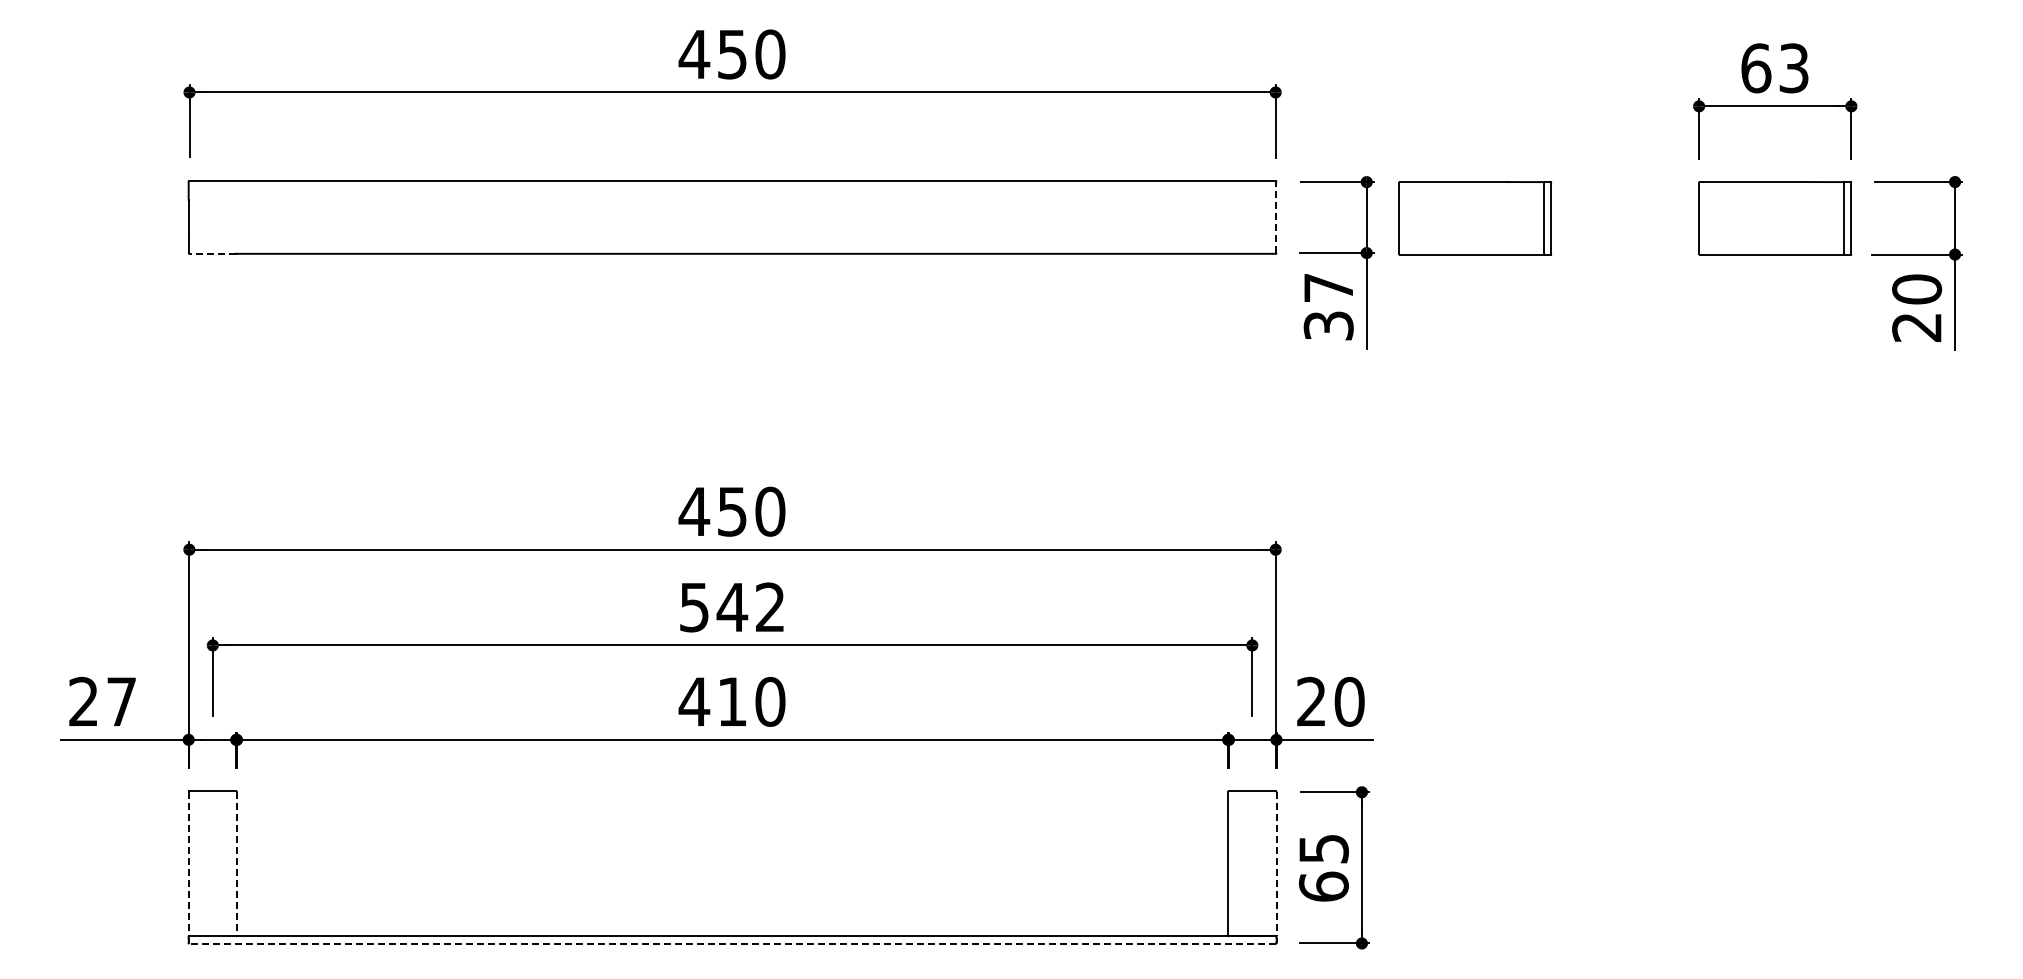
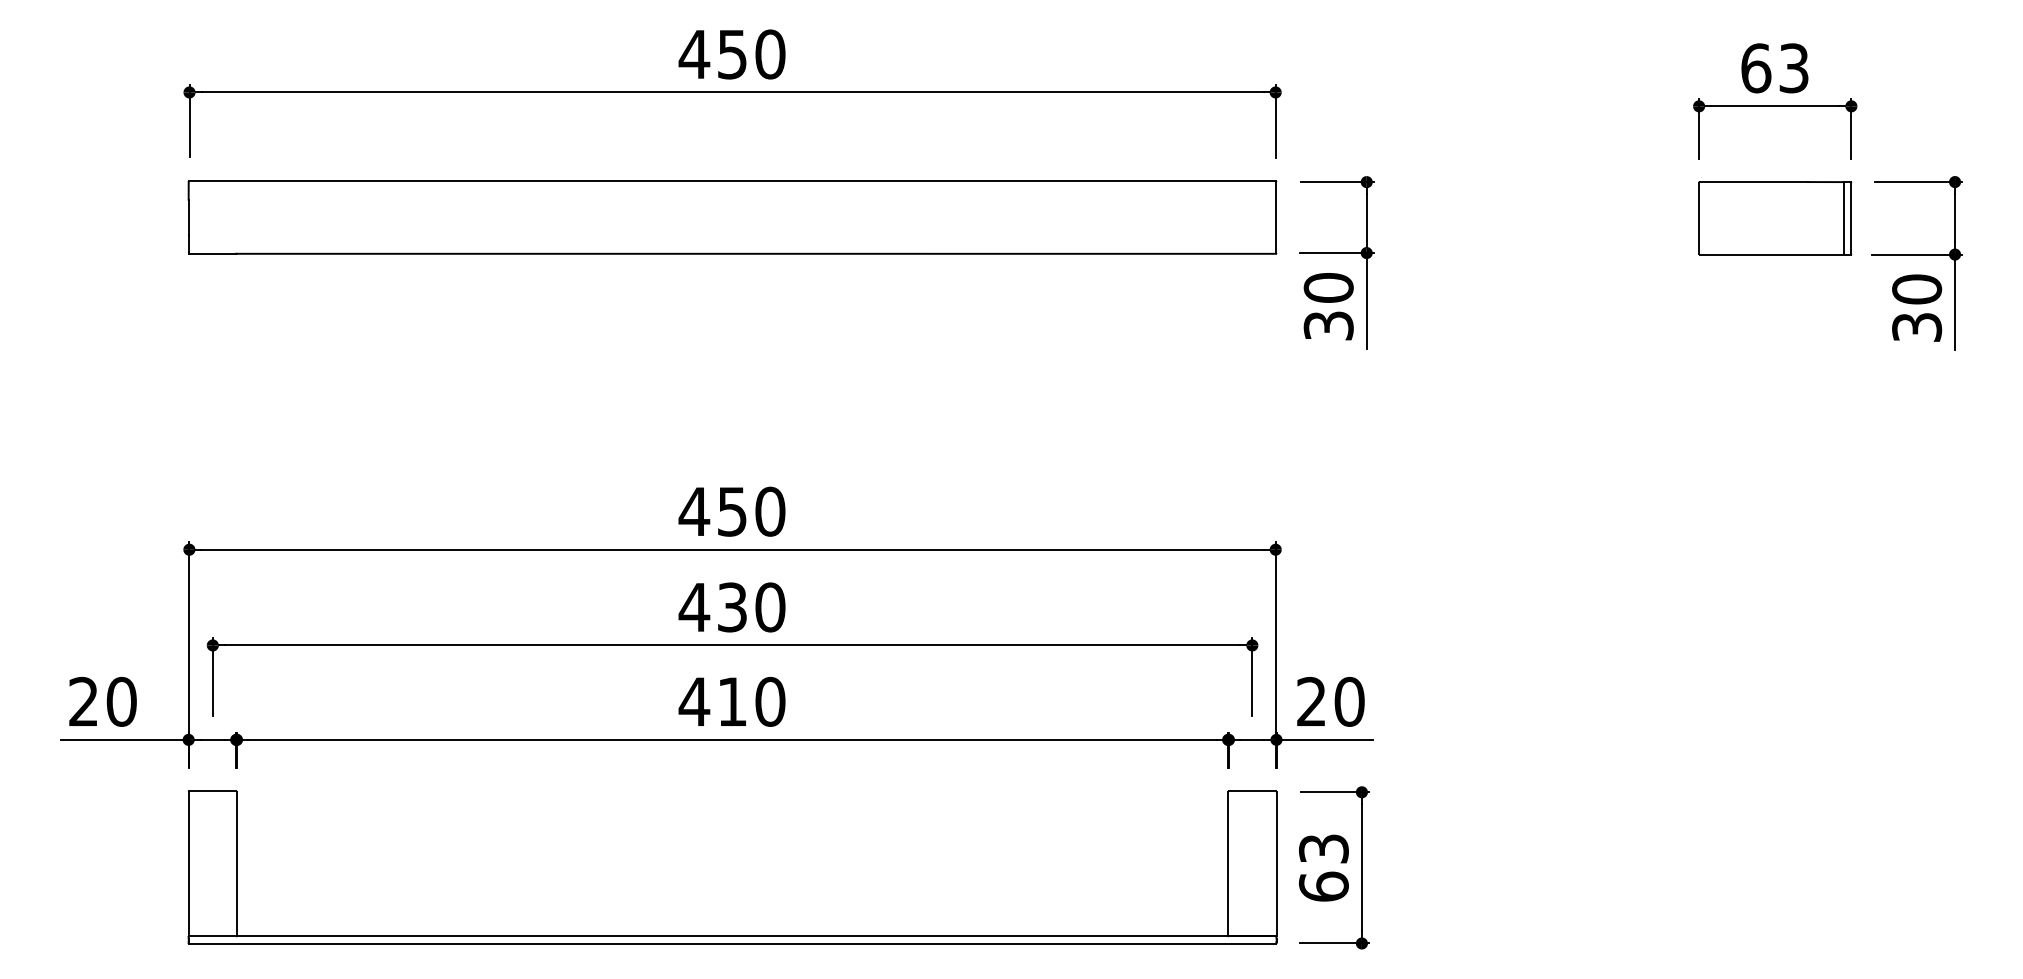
line at (1276, 217): dashed -> solid
part at (1475, 218): present -> none
line at (212, 253): dashed -> solid
text at (1328, 287): 37 -> 30
text at (1917, 327): 20 -> 30
text at (731, 607): 542 -> 430
text at (121, 701): 27 -> 20
text at (1323, 848): 65 -> 63
line at (188, 863): dashed -> solid
line at (237, 863): dashed -> solid
line at (1276, 863): dashed -> solid
line at (732, 943): dashed -> solid
